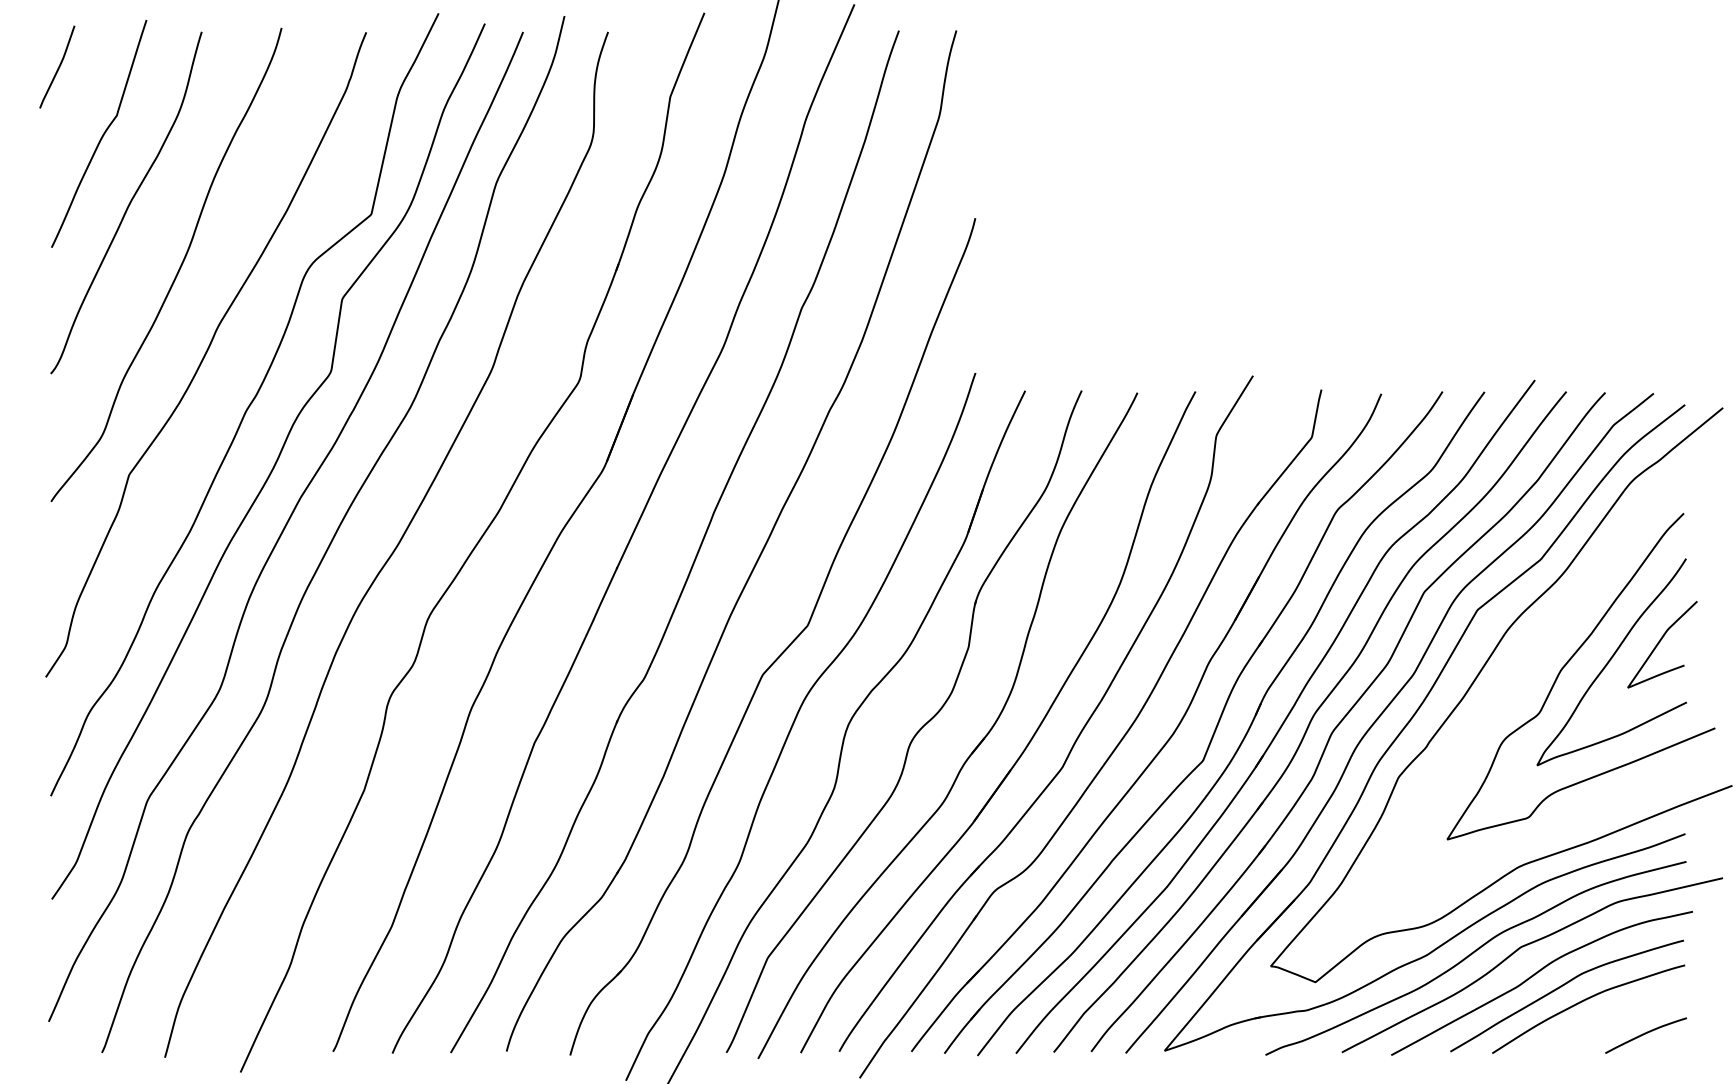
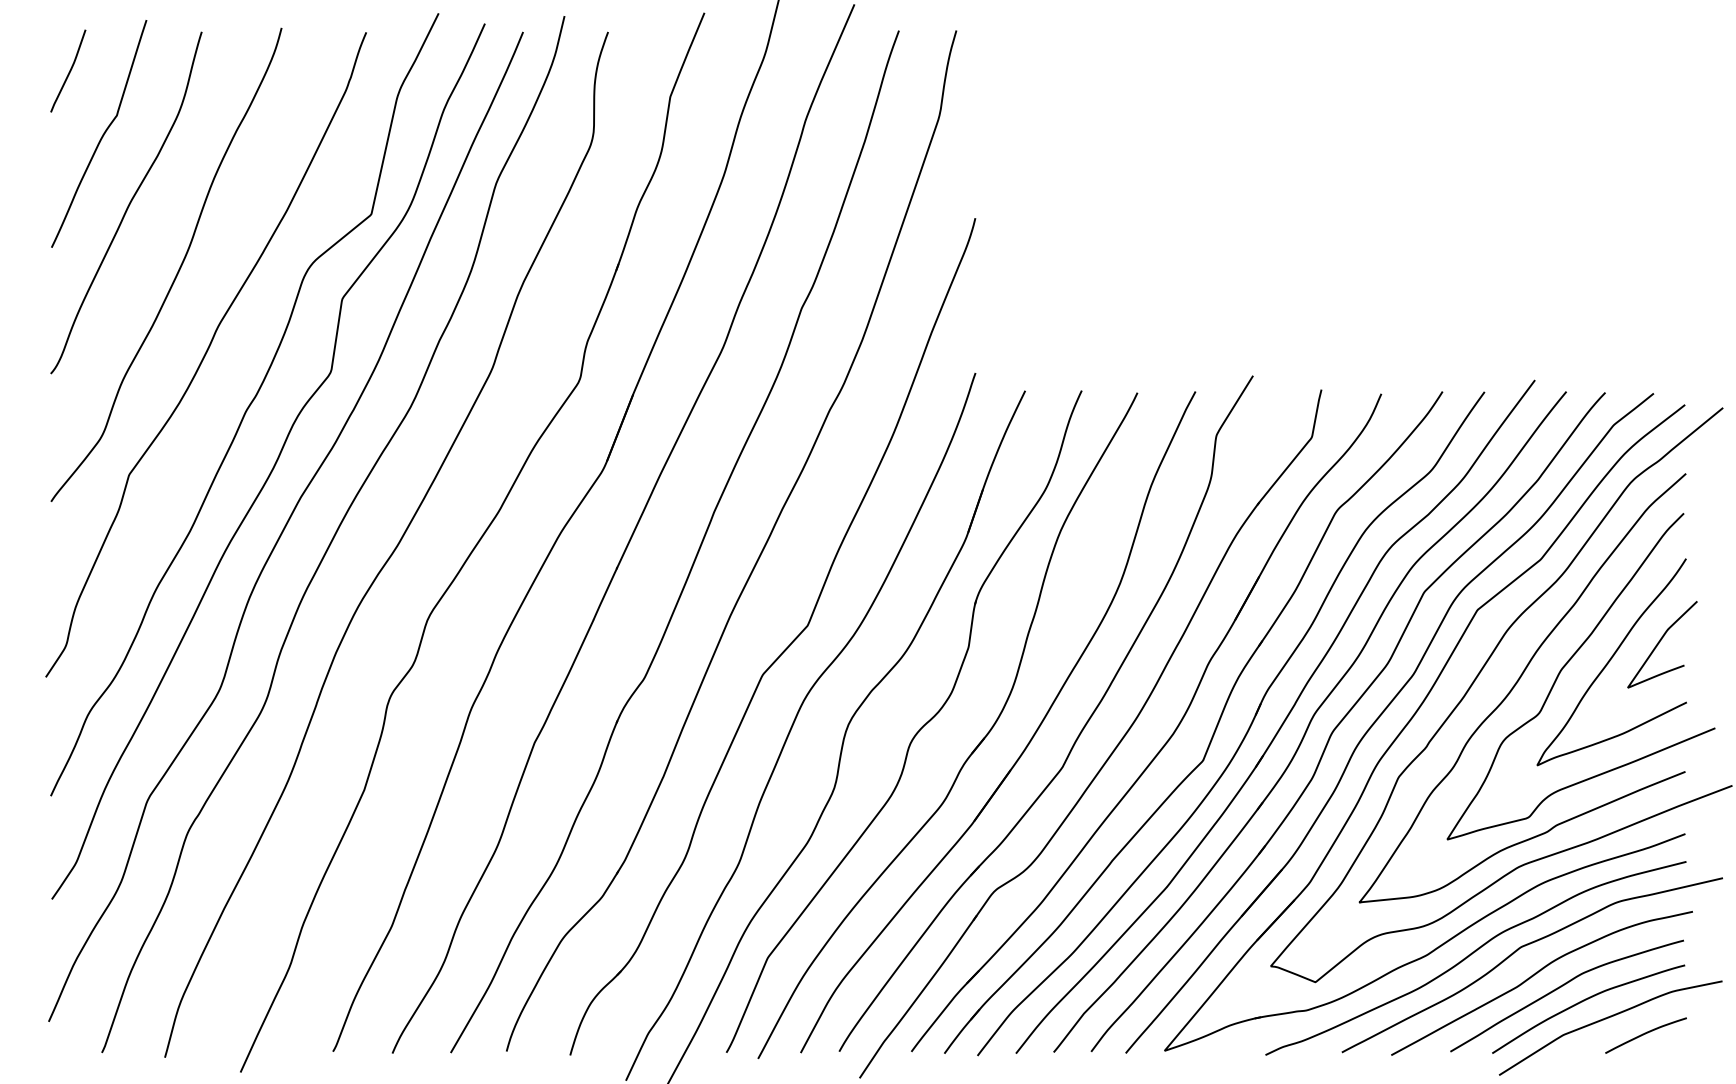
curve at (58, 66) position: (58, 66) -> (69, 70)
curve at (1517, 683): none -> present
curve at (1606, 1019): none -> present
